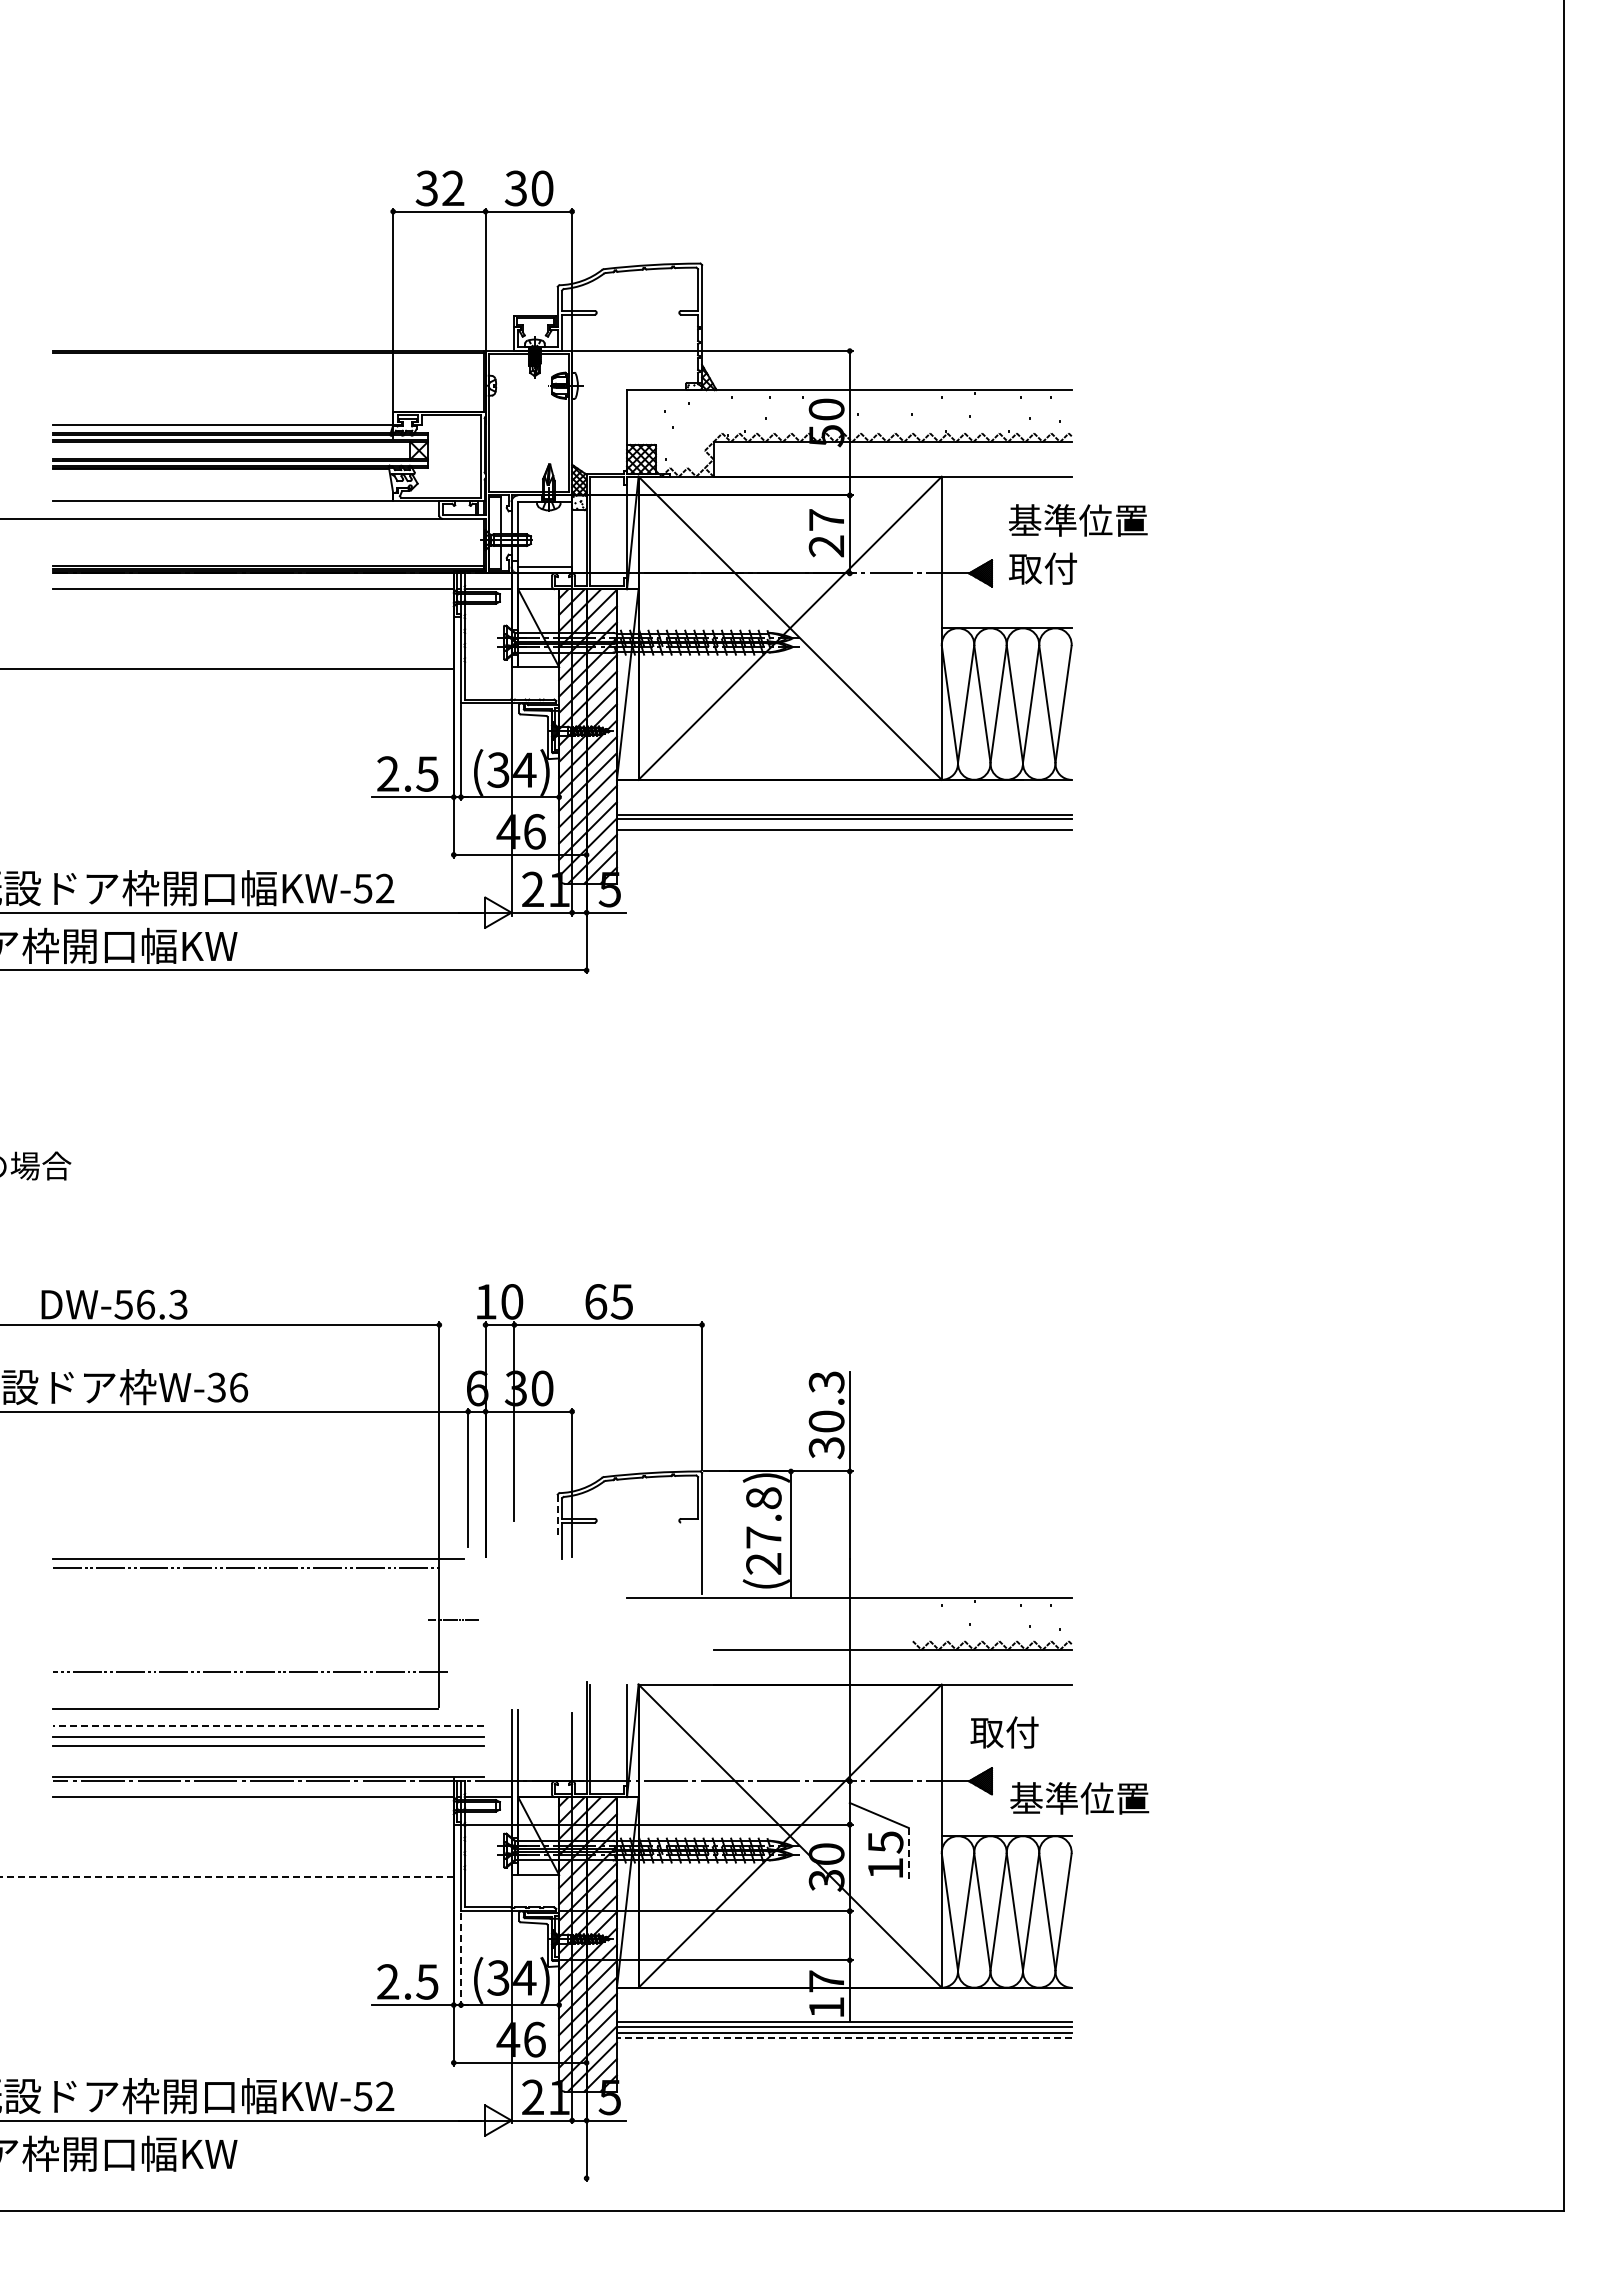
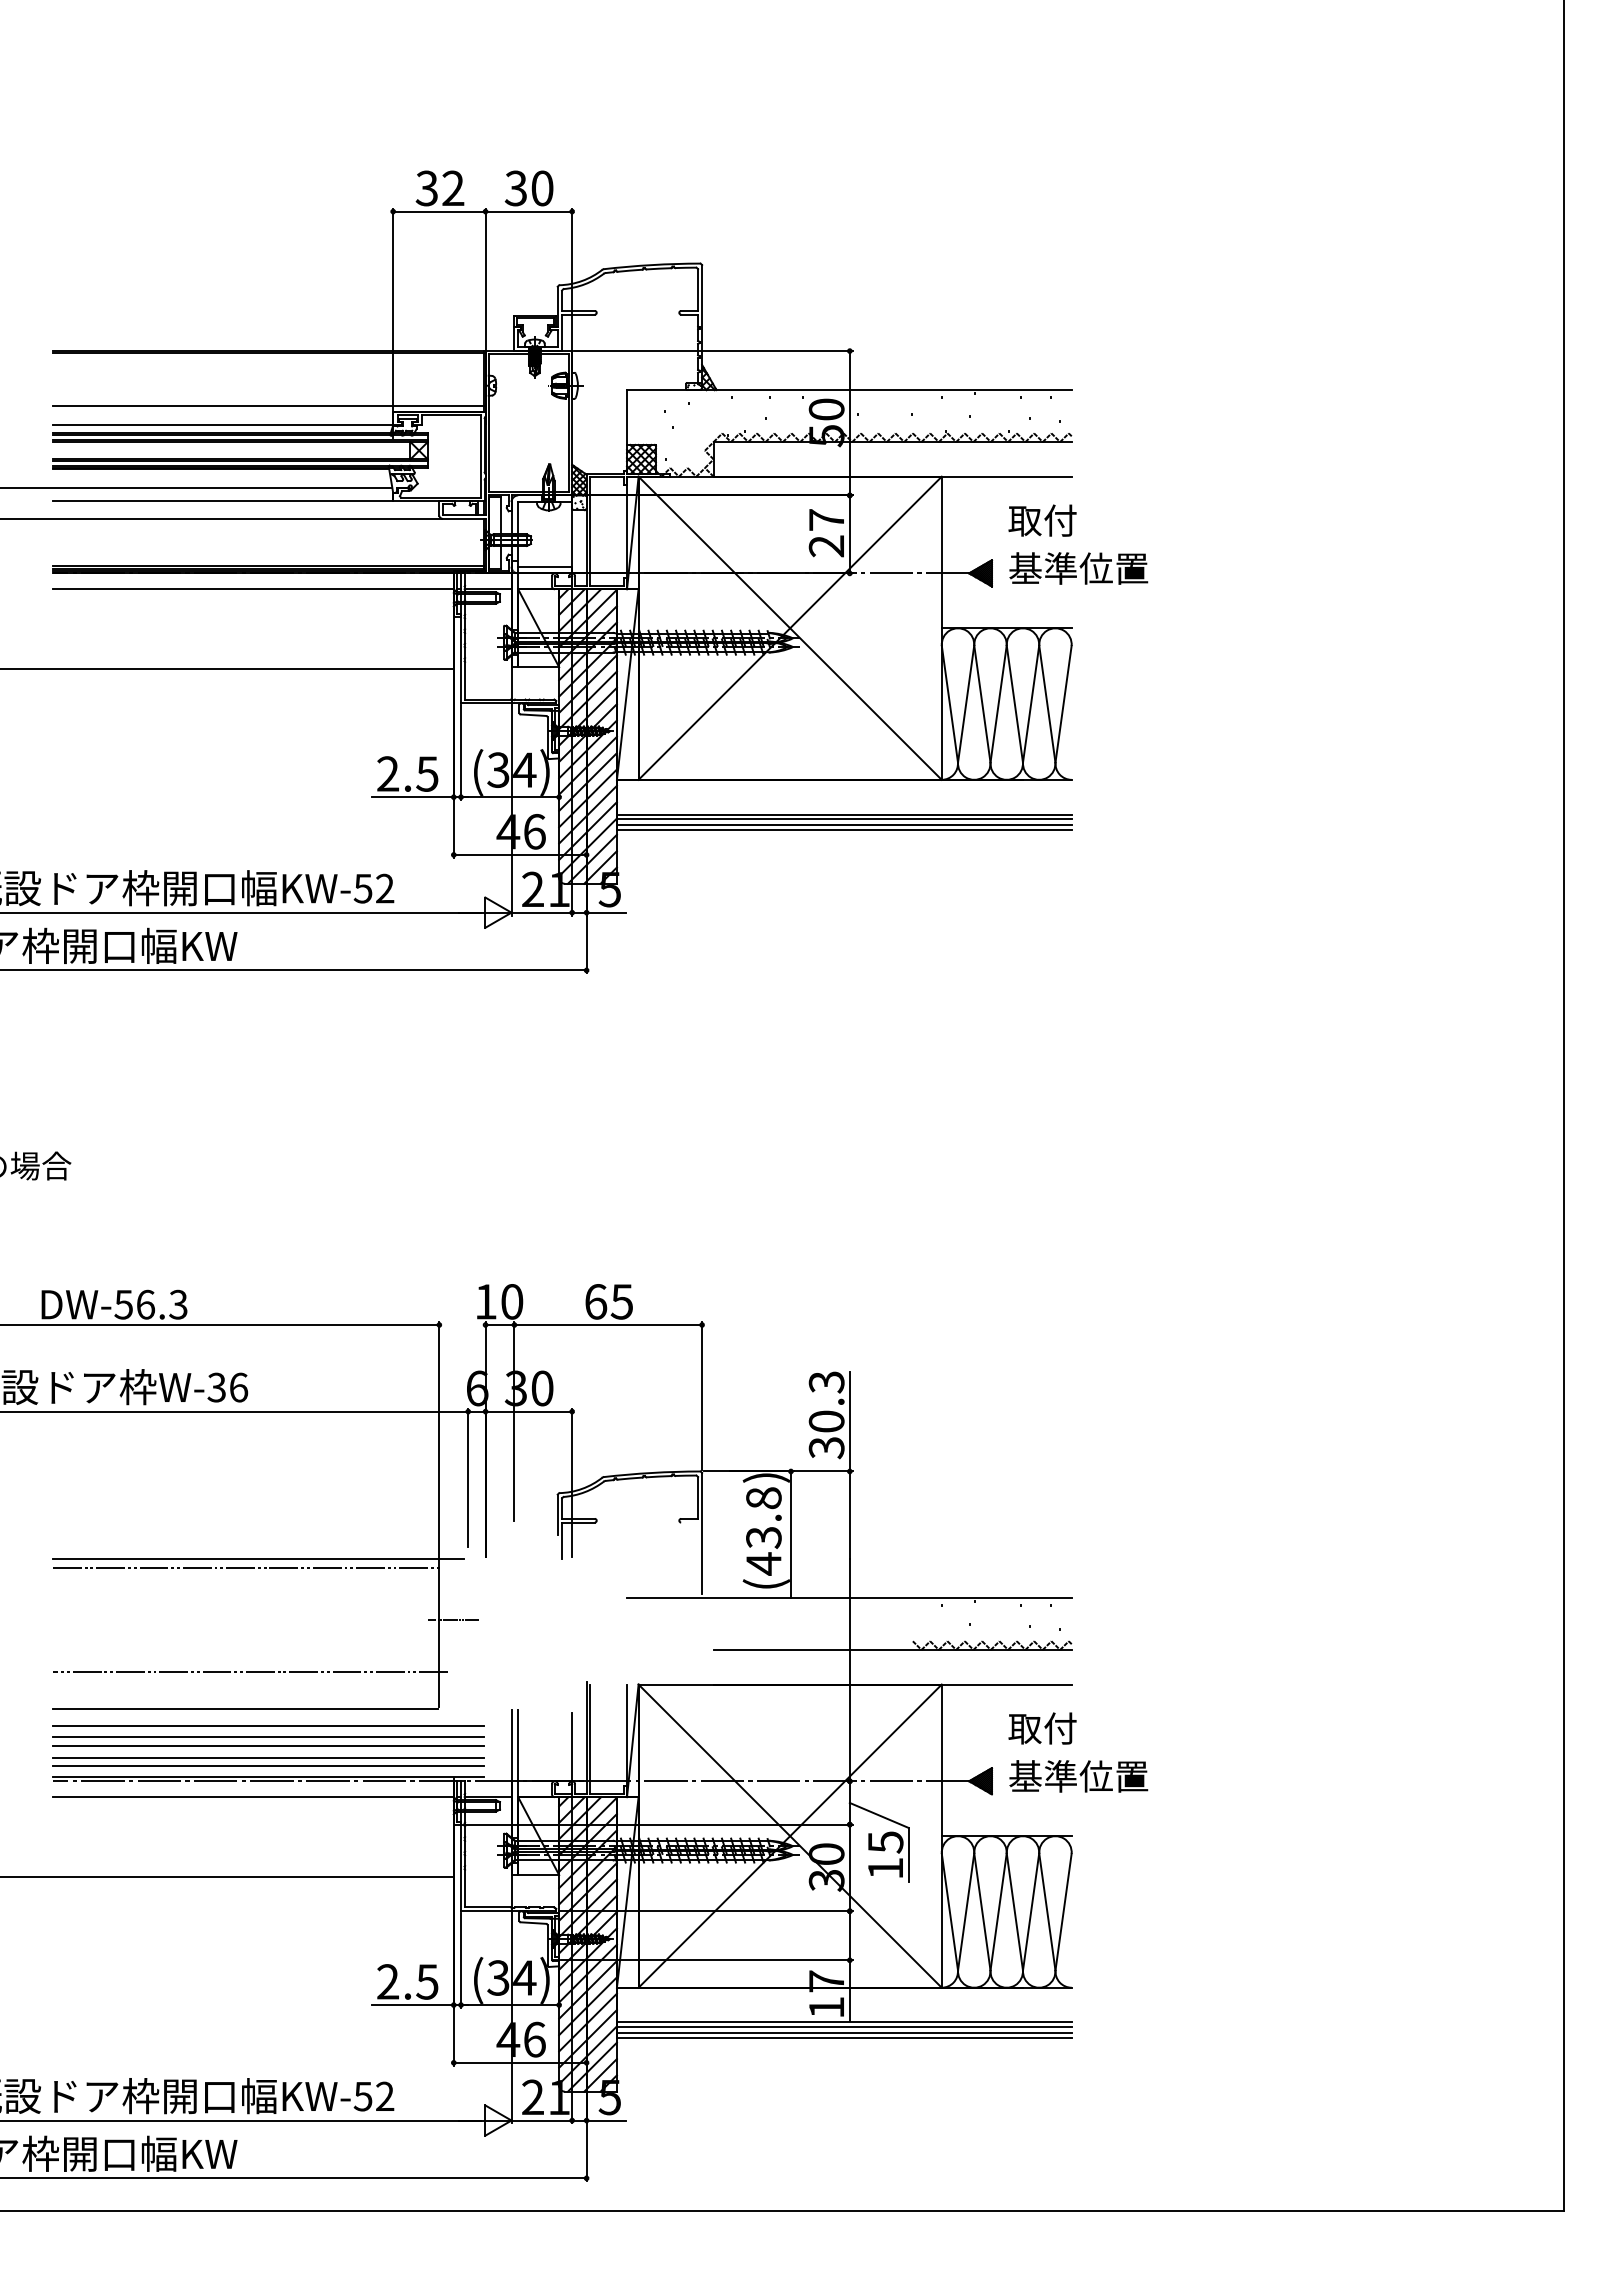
line at (268, 405): none -> present
line at (197, 488): none -> present
text at (1077, 520): 基準位置 -> 取付
text at (1078, 568): 取付 -> 基準位置
line at (843, 824): none -> present
line at (557, 1515): dashed -> solid
text at (763, 1550): (27.8) -> (43.8)
line at (268, 1726): dashed -> solid
text at (1004, 1732) position: (1004, 1732) -> (1042, 1728)
line at (268, 1757): none -> present
line at (268, 1766): none -> present
text at (1079, 1798) position: (1079, 1798) -> (1078, 1776)
line at (908, 1855): dashed -> solid
line at (226, 1876): dashed -> solid
line at (461, 1960): dashed -> solid
line at (843, 2038): dashed -> solid
line at (294, 2178): none -> present
